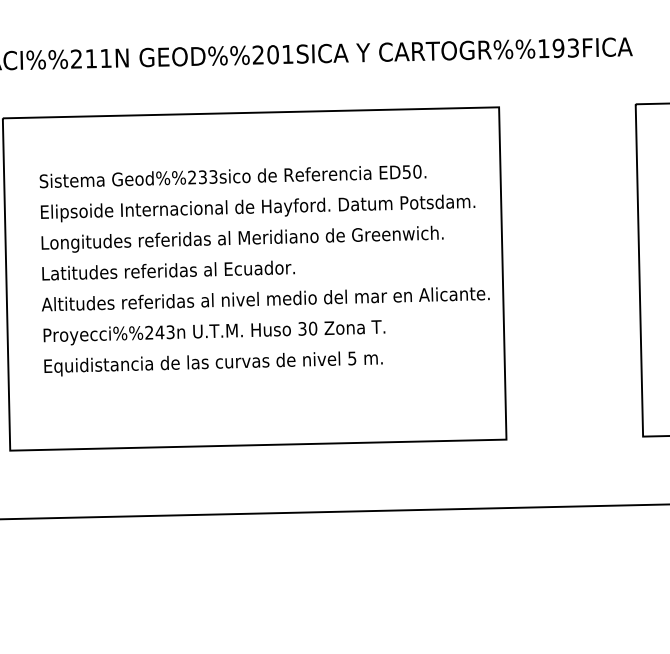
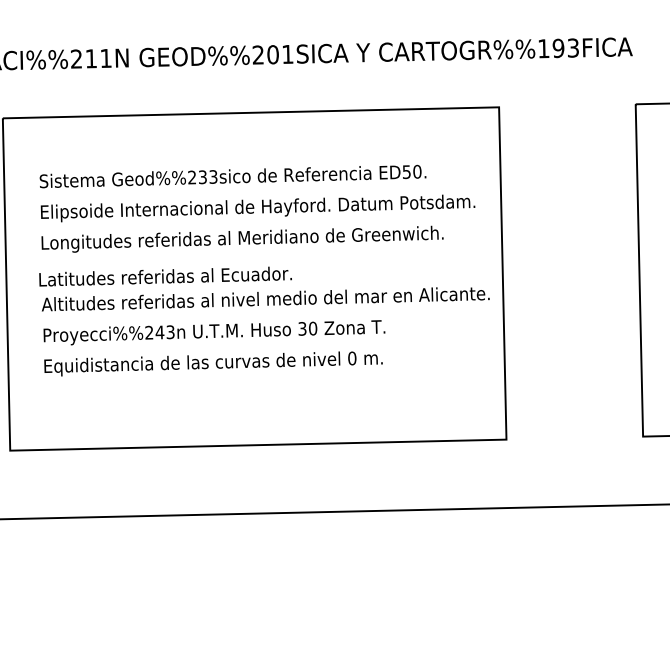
text at (168, 270) position: (168, 270) -> (165, 276)
text at (352, 358): 5 -> 0
